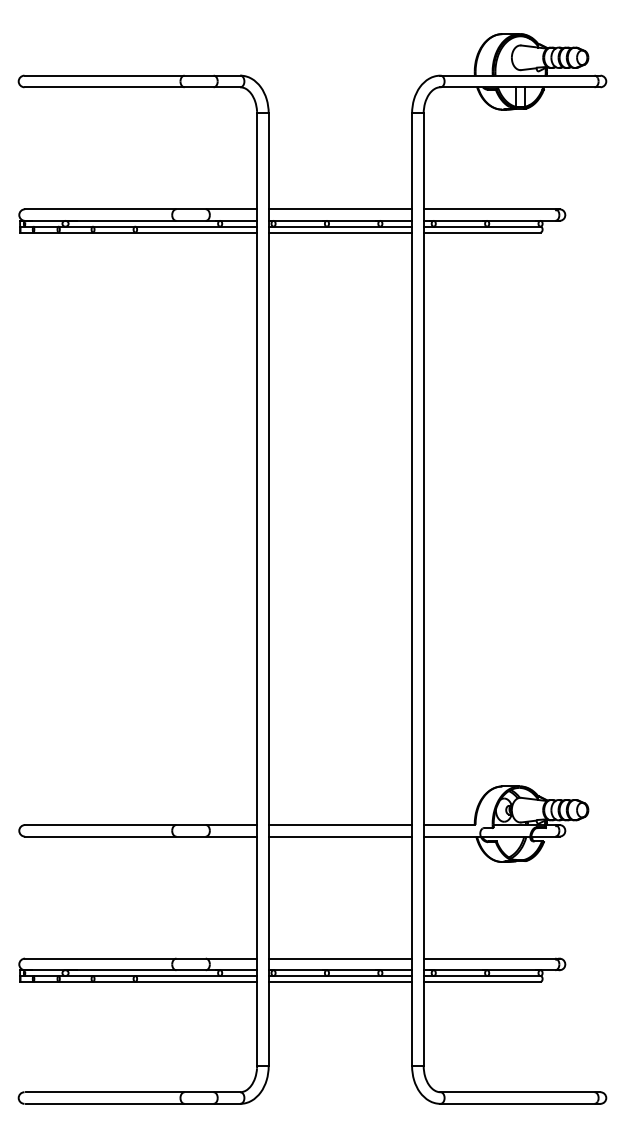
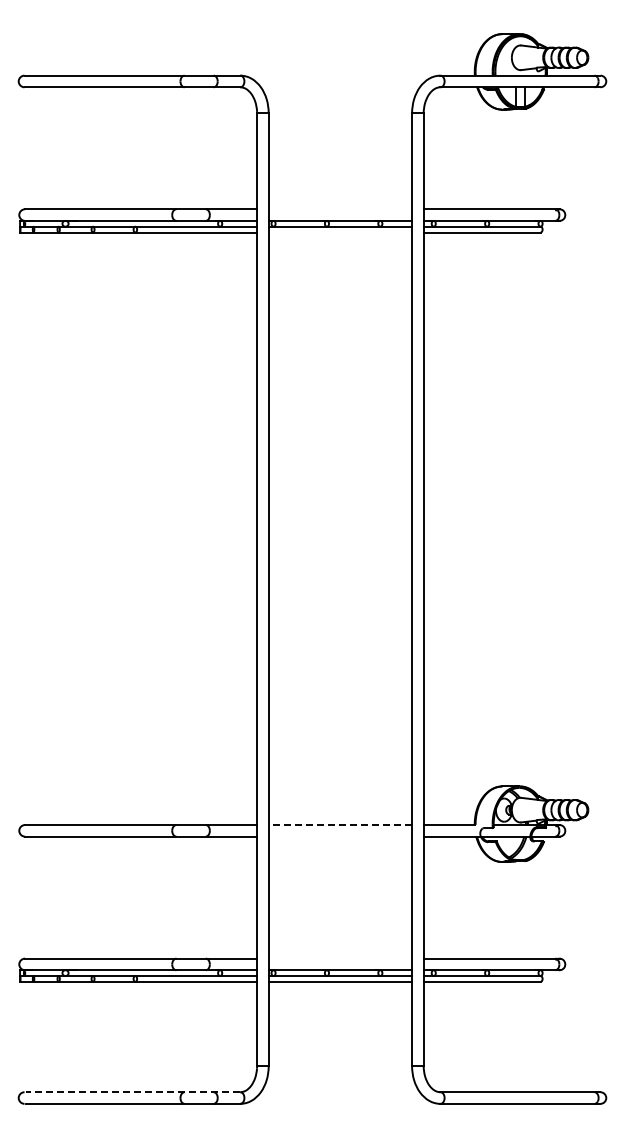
line at (340, 209): present -> none
line at (340, 232): present -> none
line at (340, 825): solid -> dashed
line at (340, 836): present -> none
line at (340, 958): present -> none
line at (132, 1092): solid -> dashed
